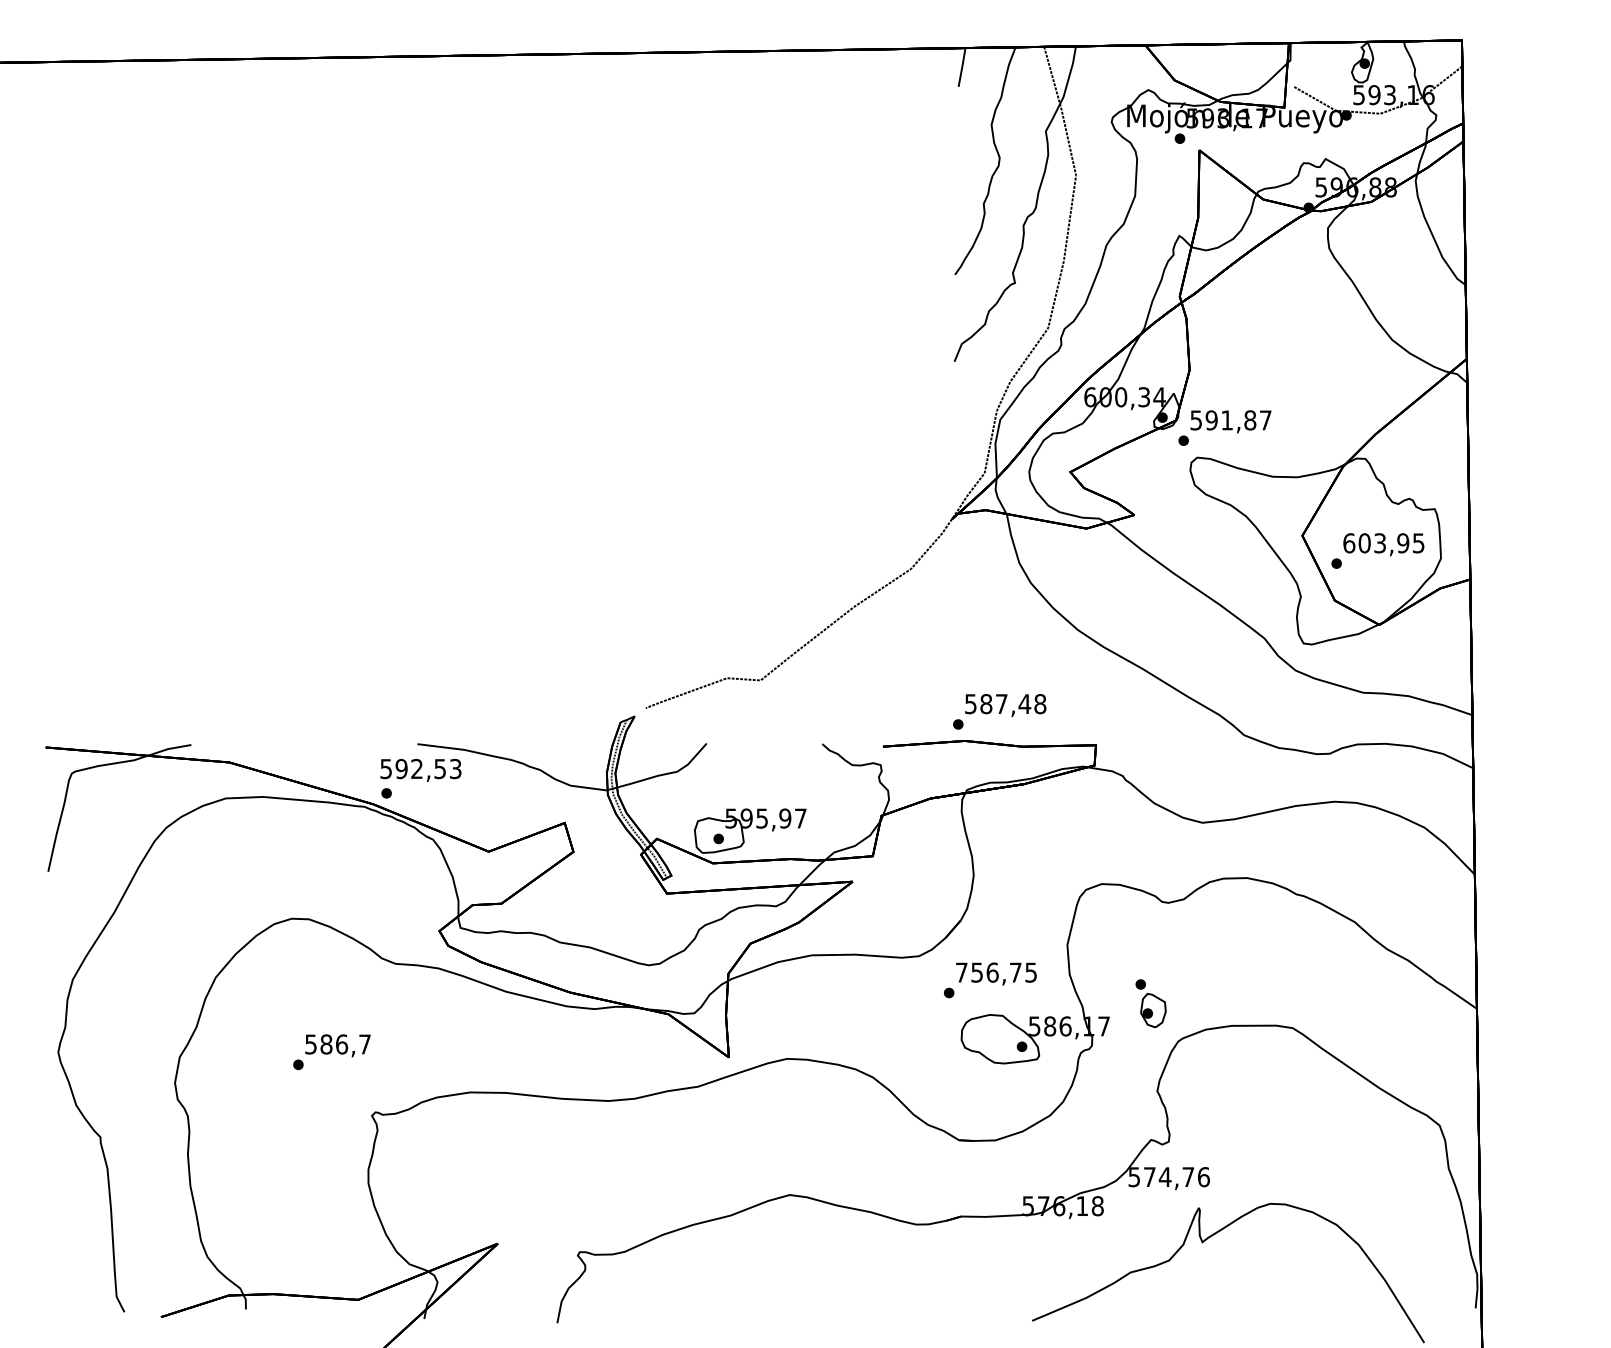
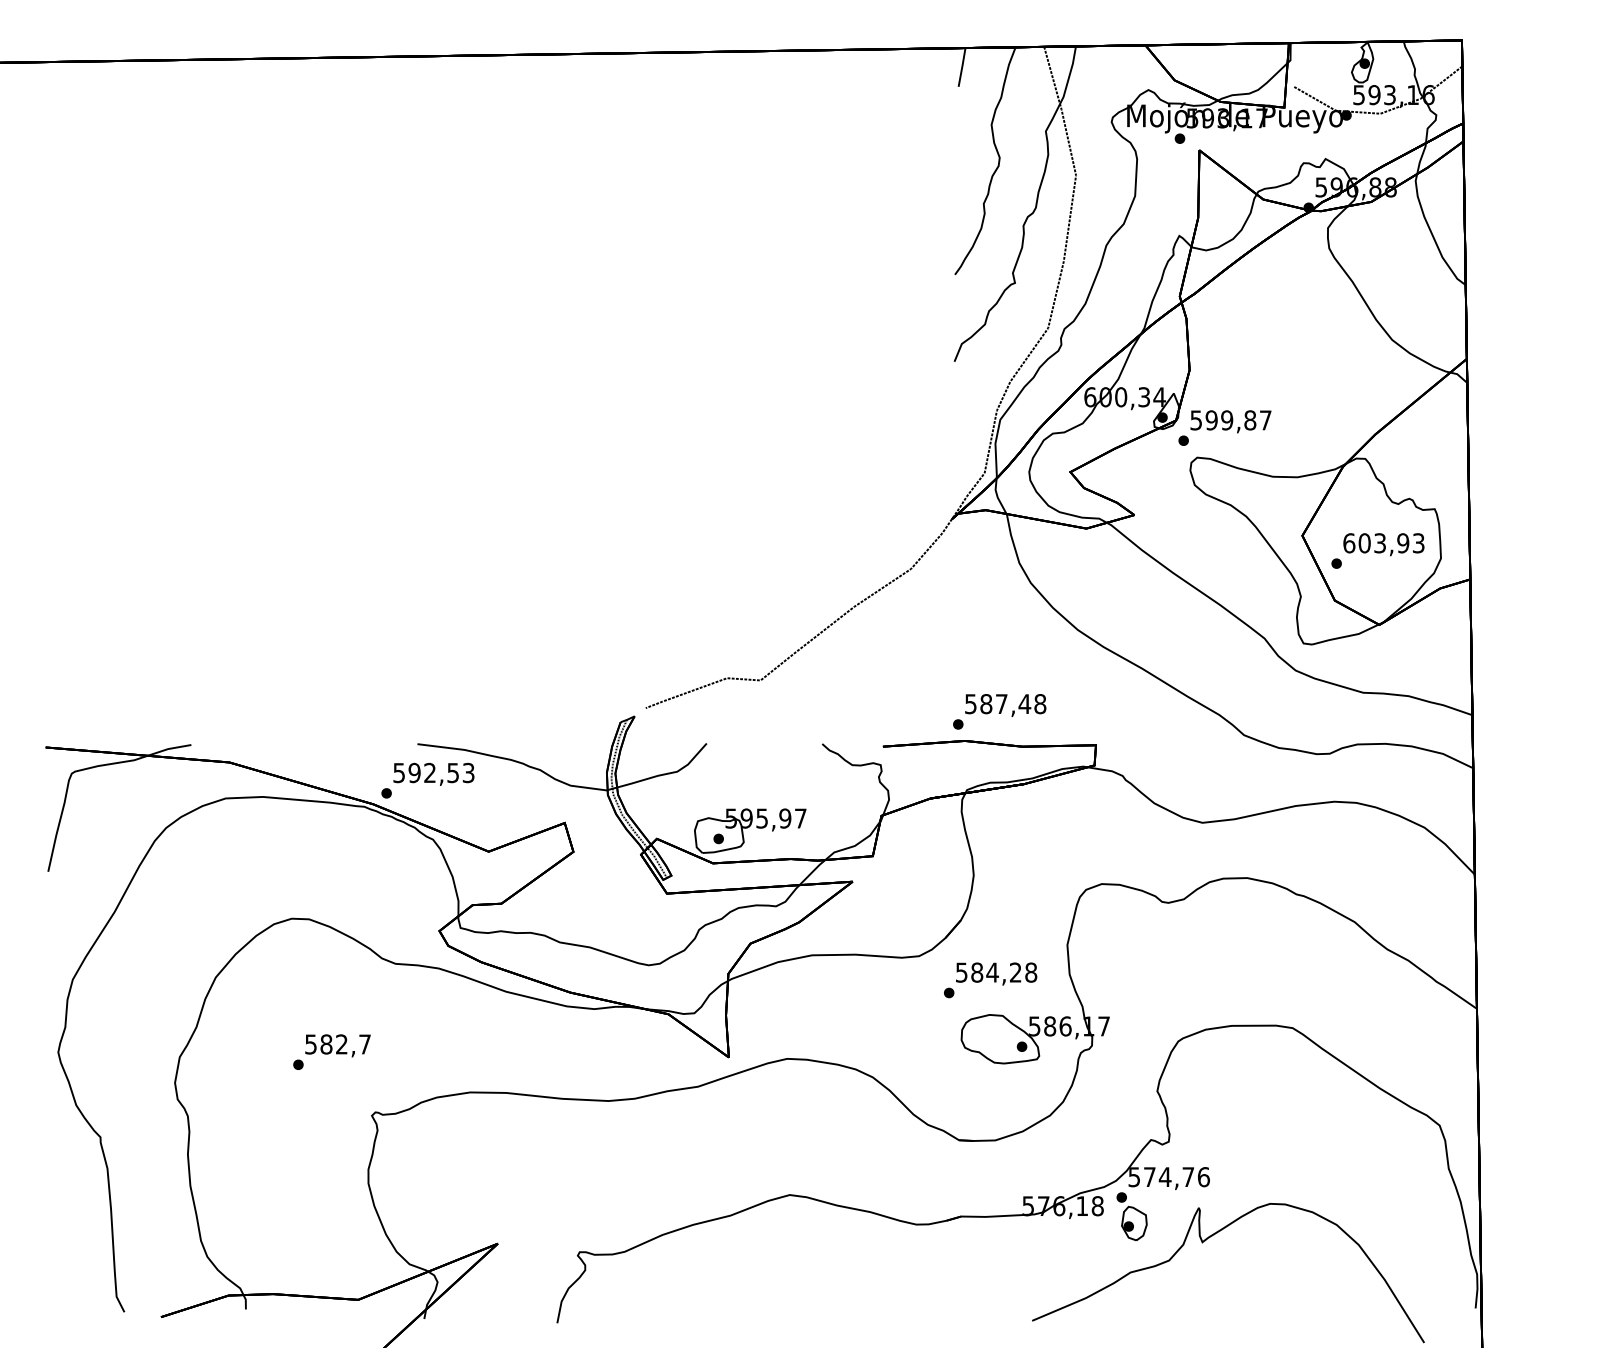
text at (1227, 420): 591,87 -> 599,87
text at (1418, 542): 603,95 -> 603,93
text at (420, 769) position: (420, 769) -> (433, 773)
text at (996, 972): 756,75 -> 584,28
part at (1150, 1003) position: (1150, 1003) -> (1131, 1216)
text at (342, 1044): 586,7 -> 582,7
